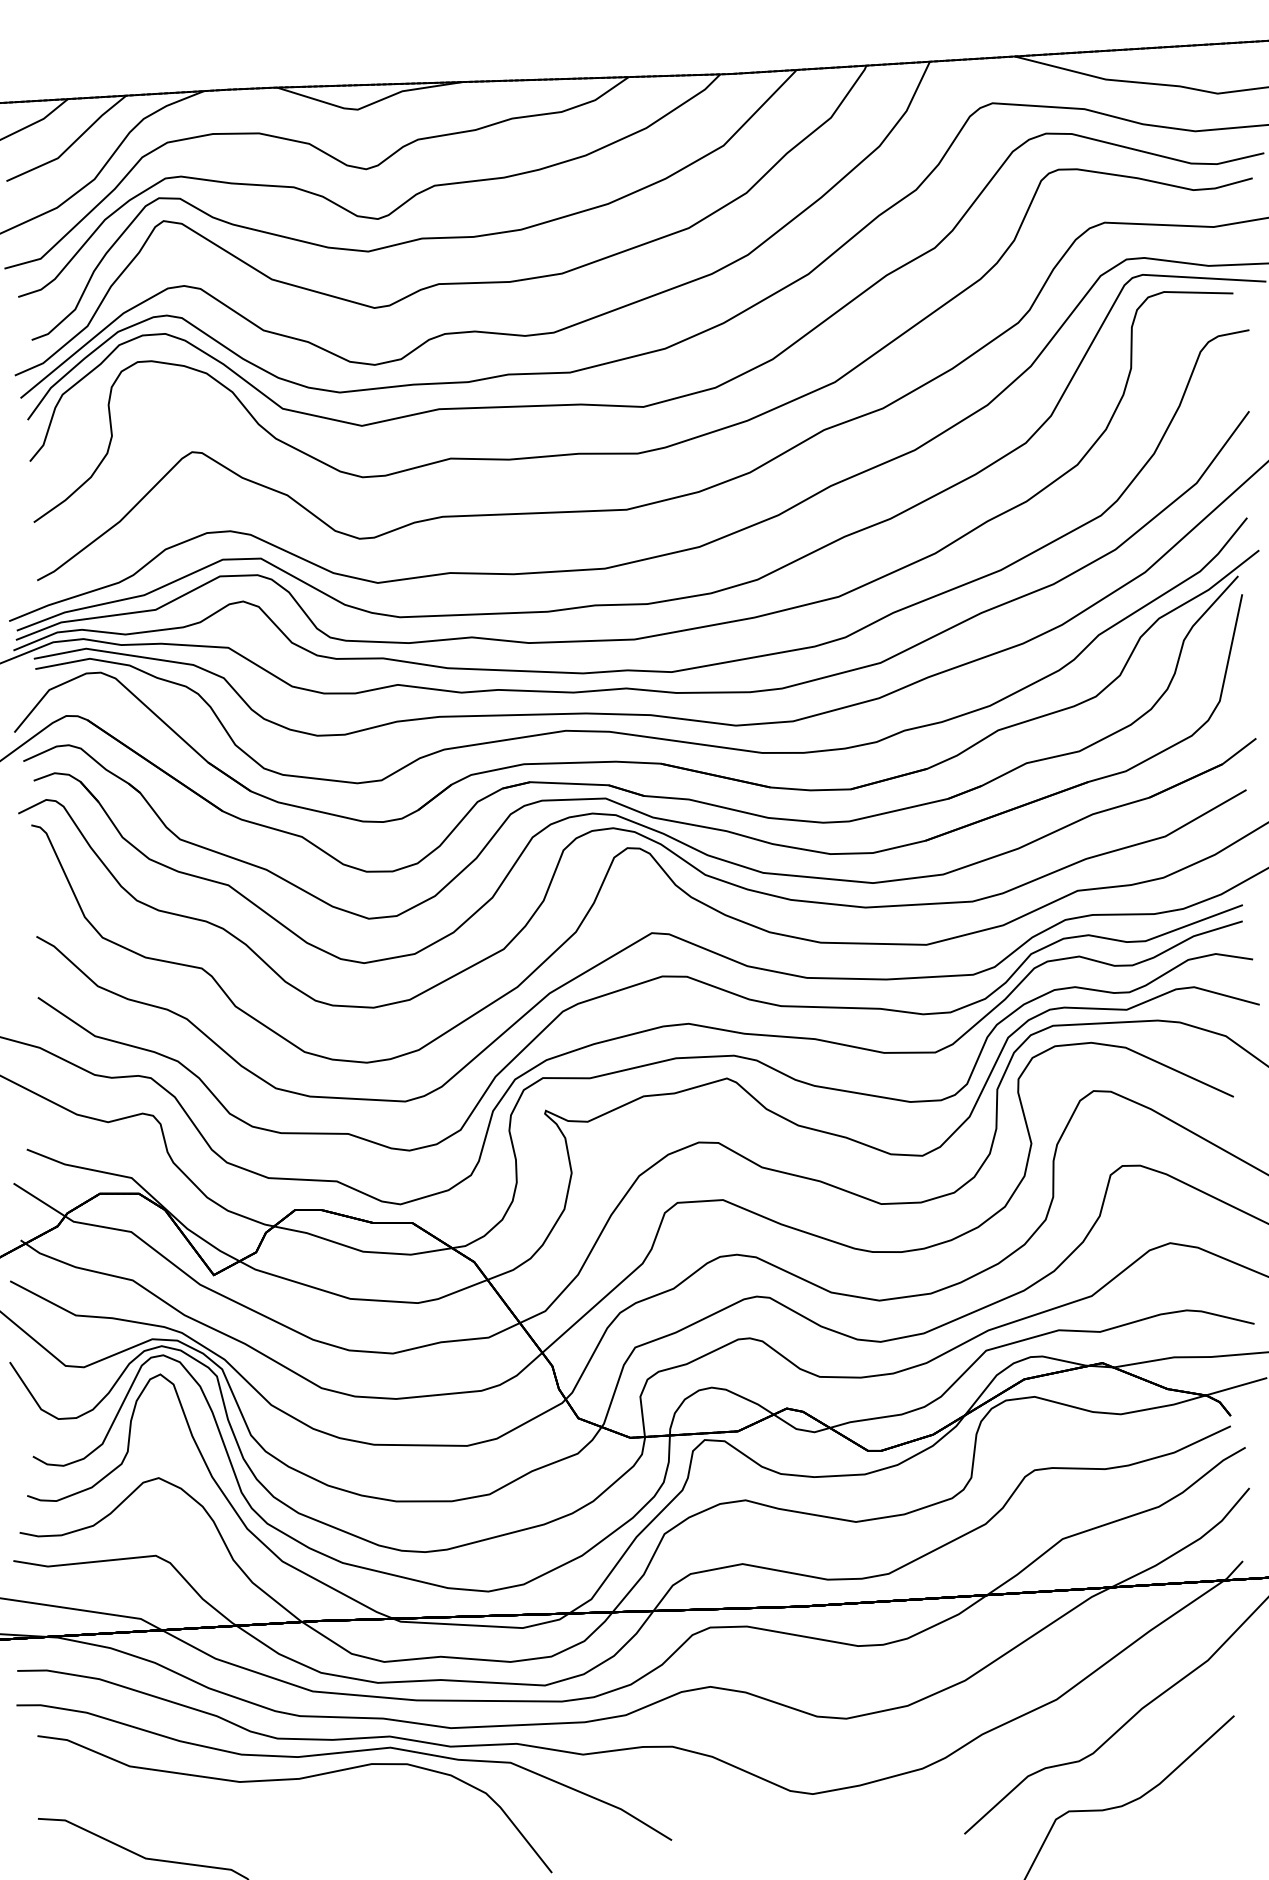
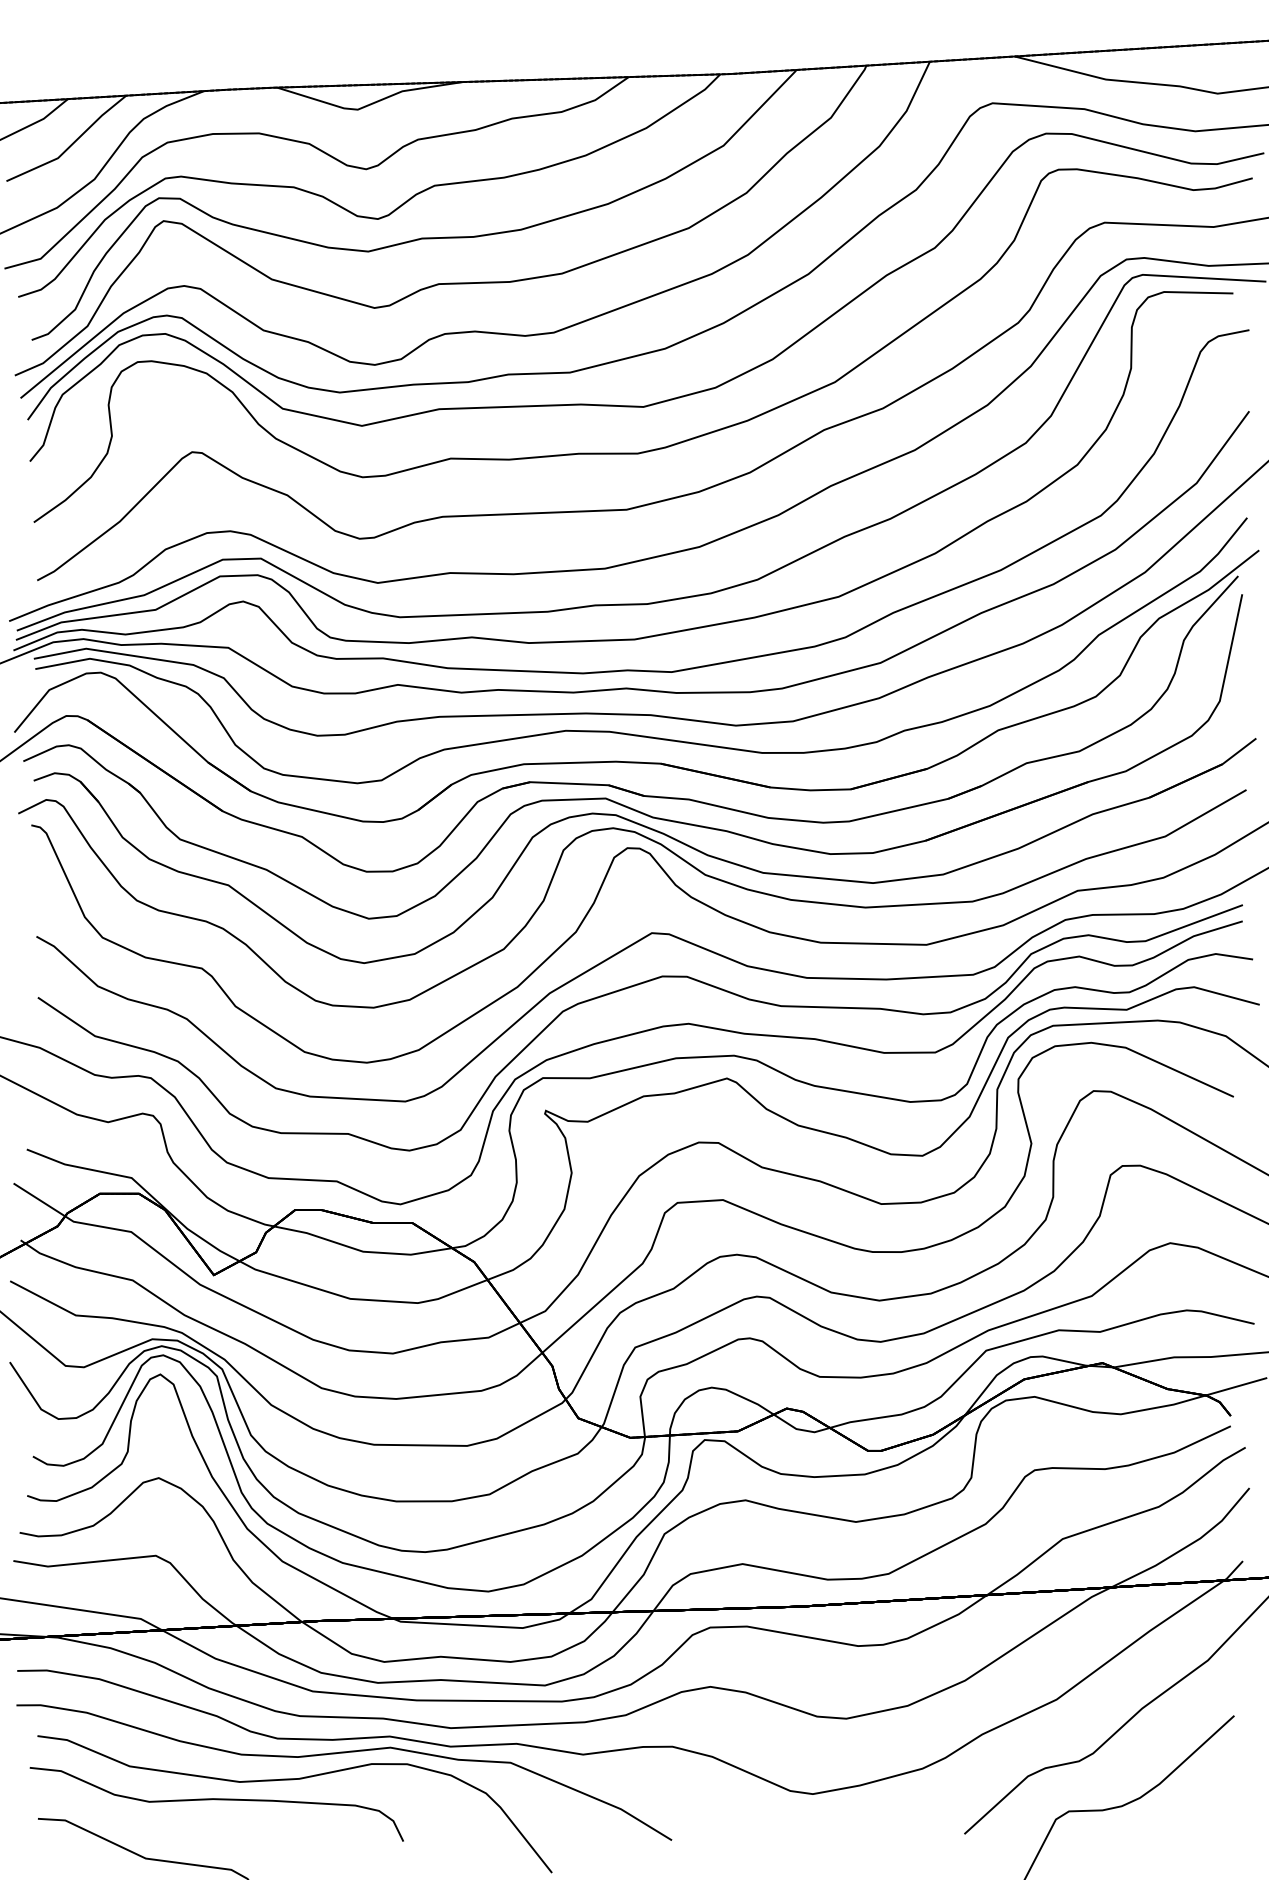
curve at (216, 1800): none -> present
